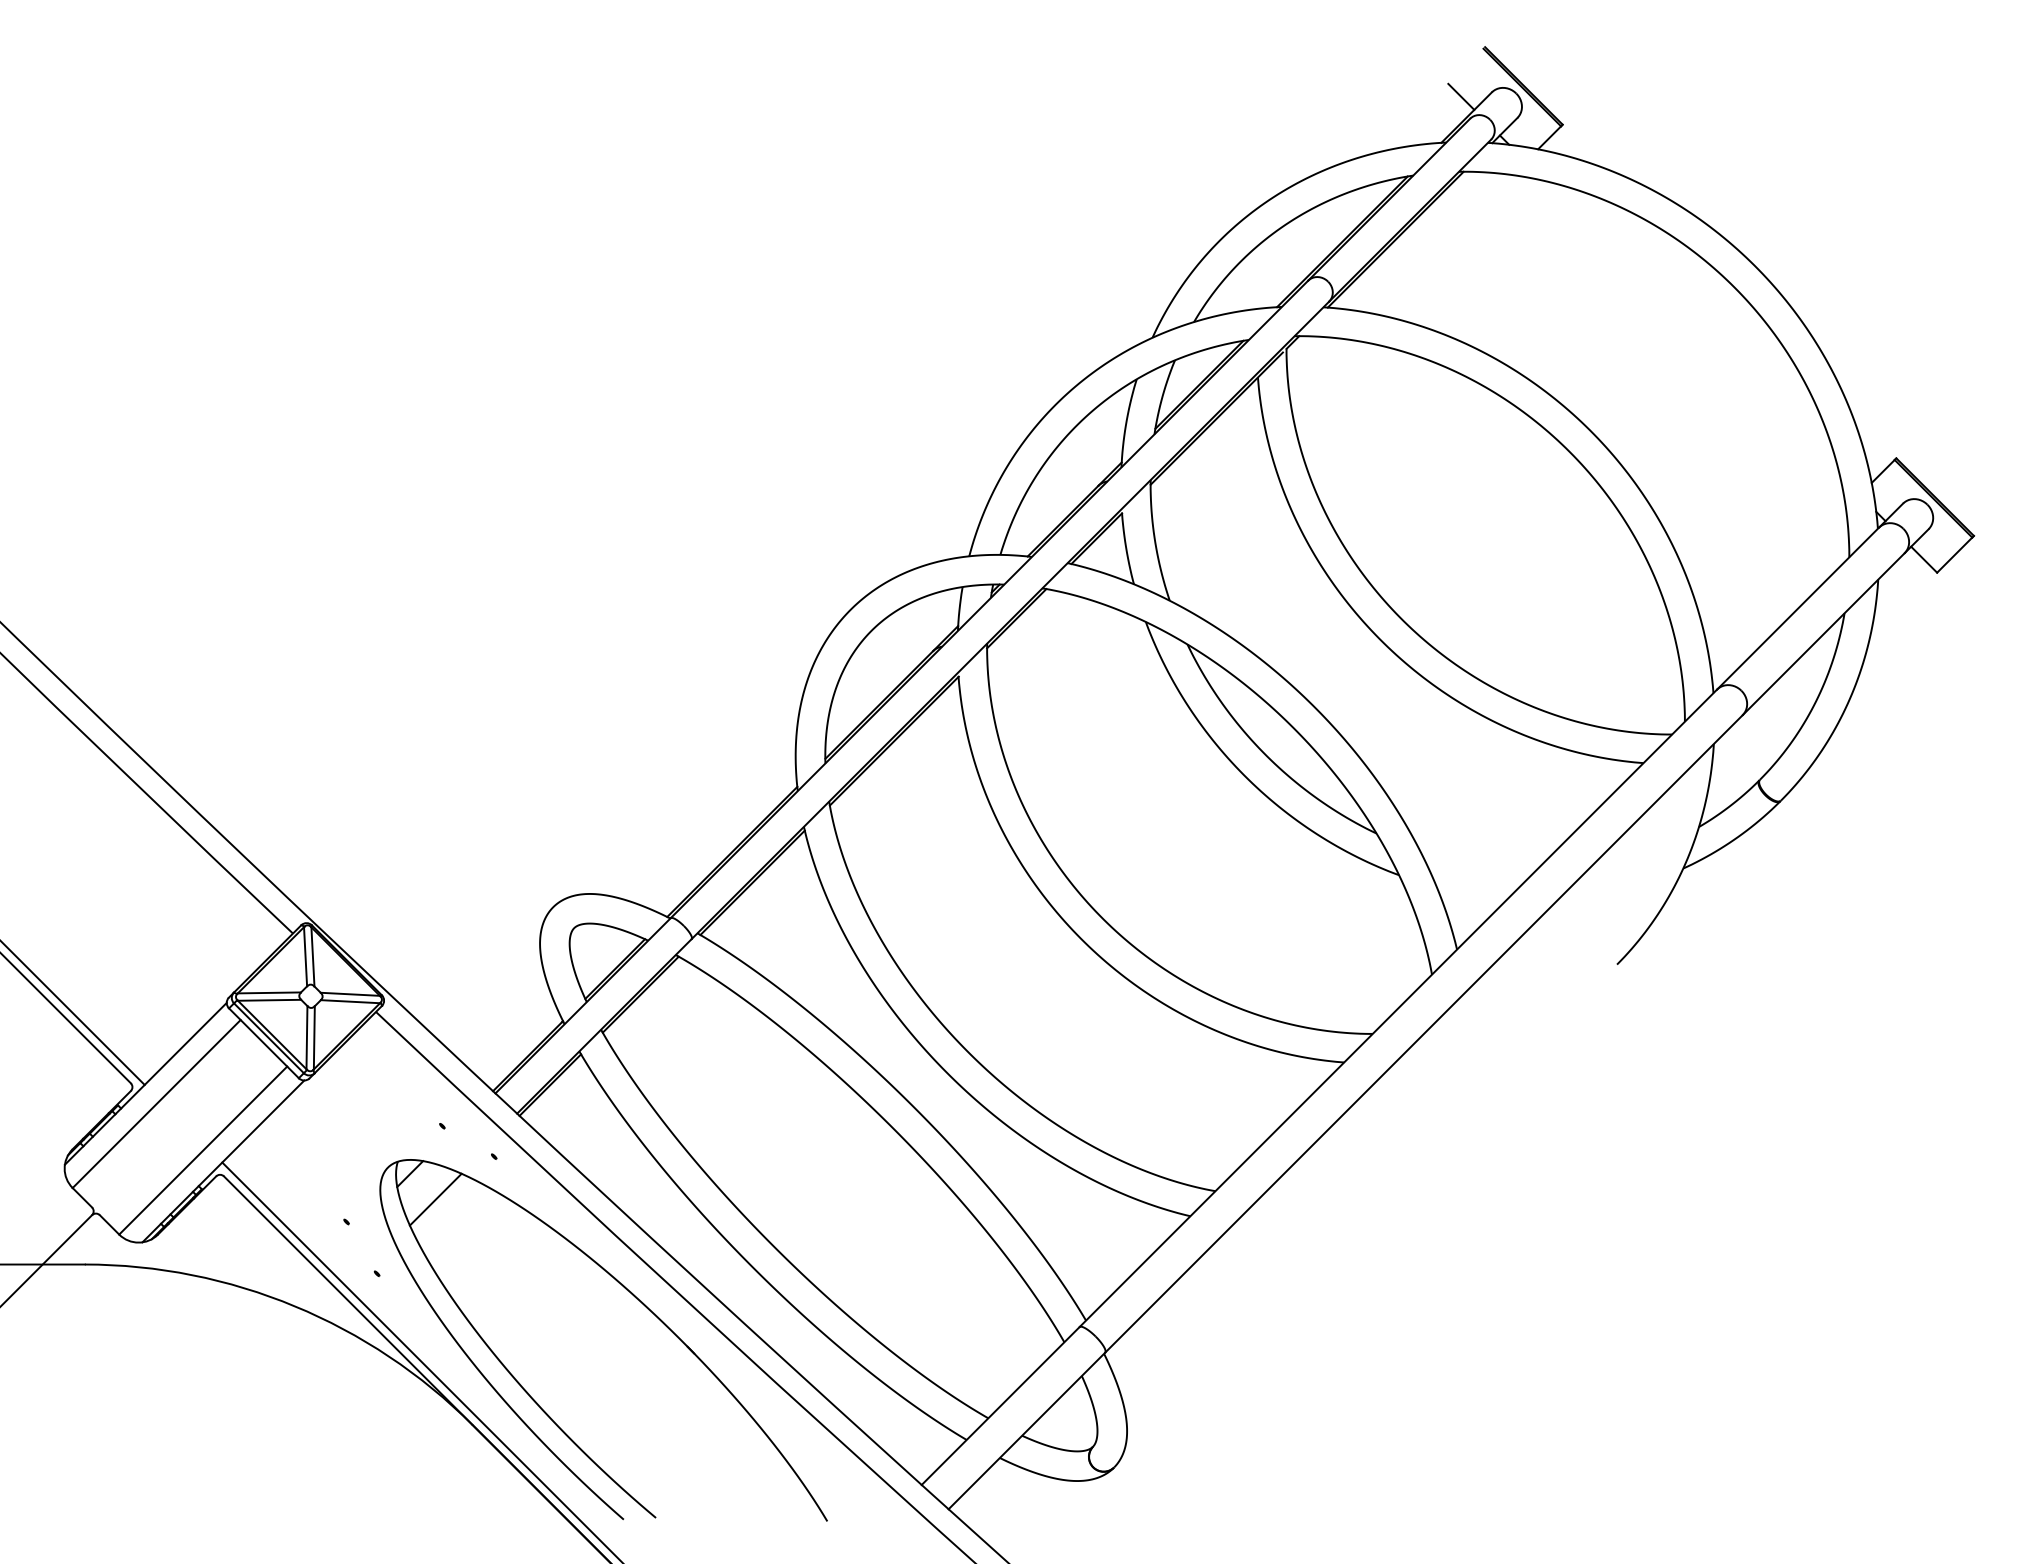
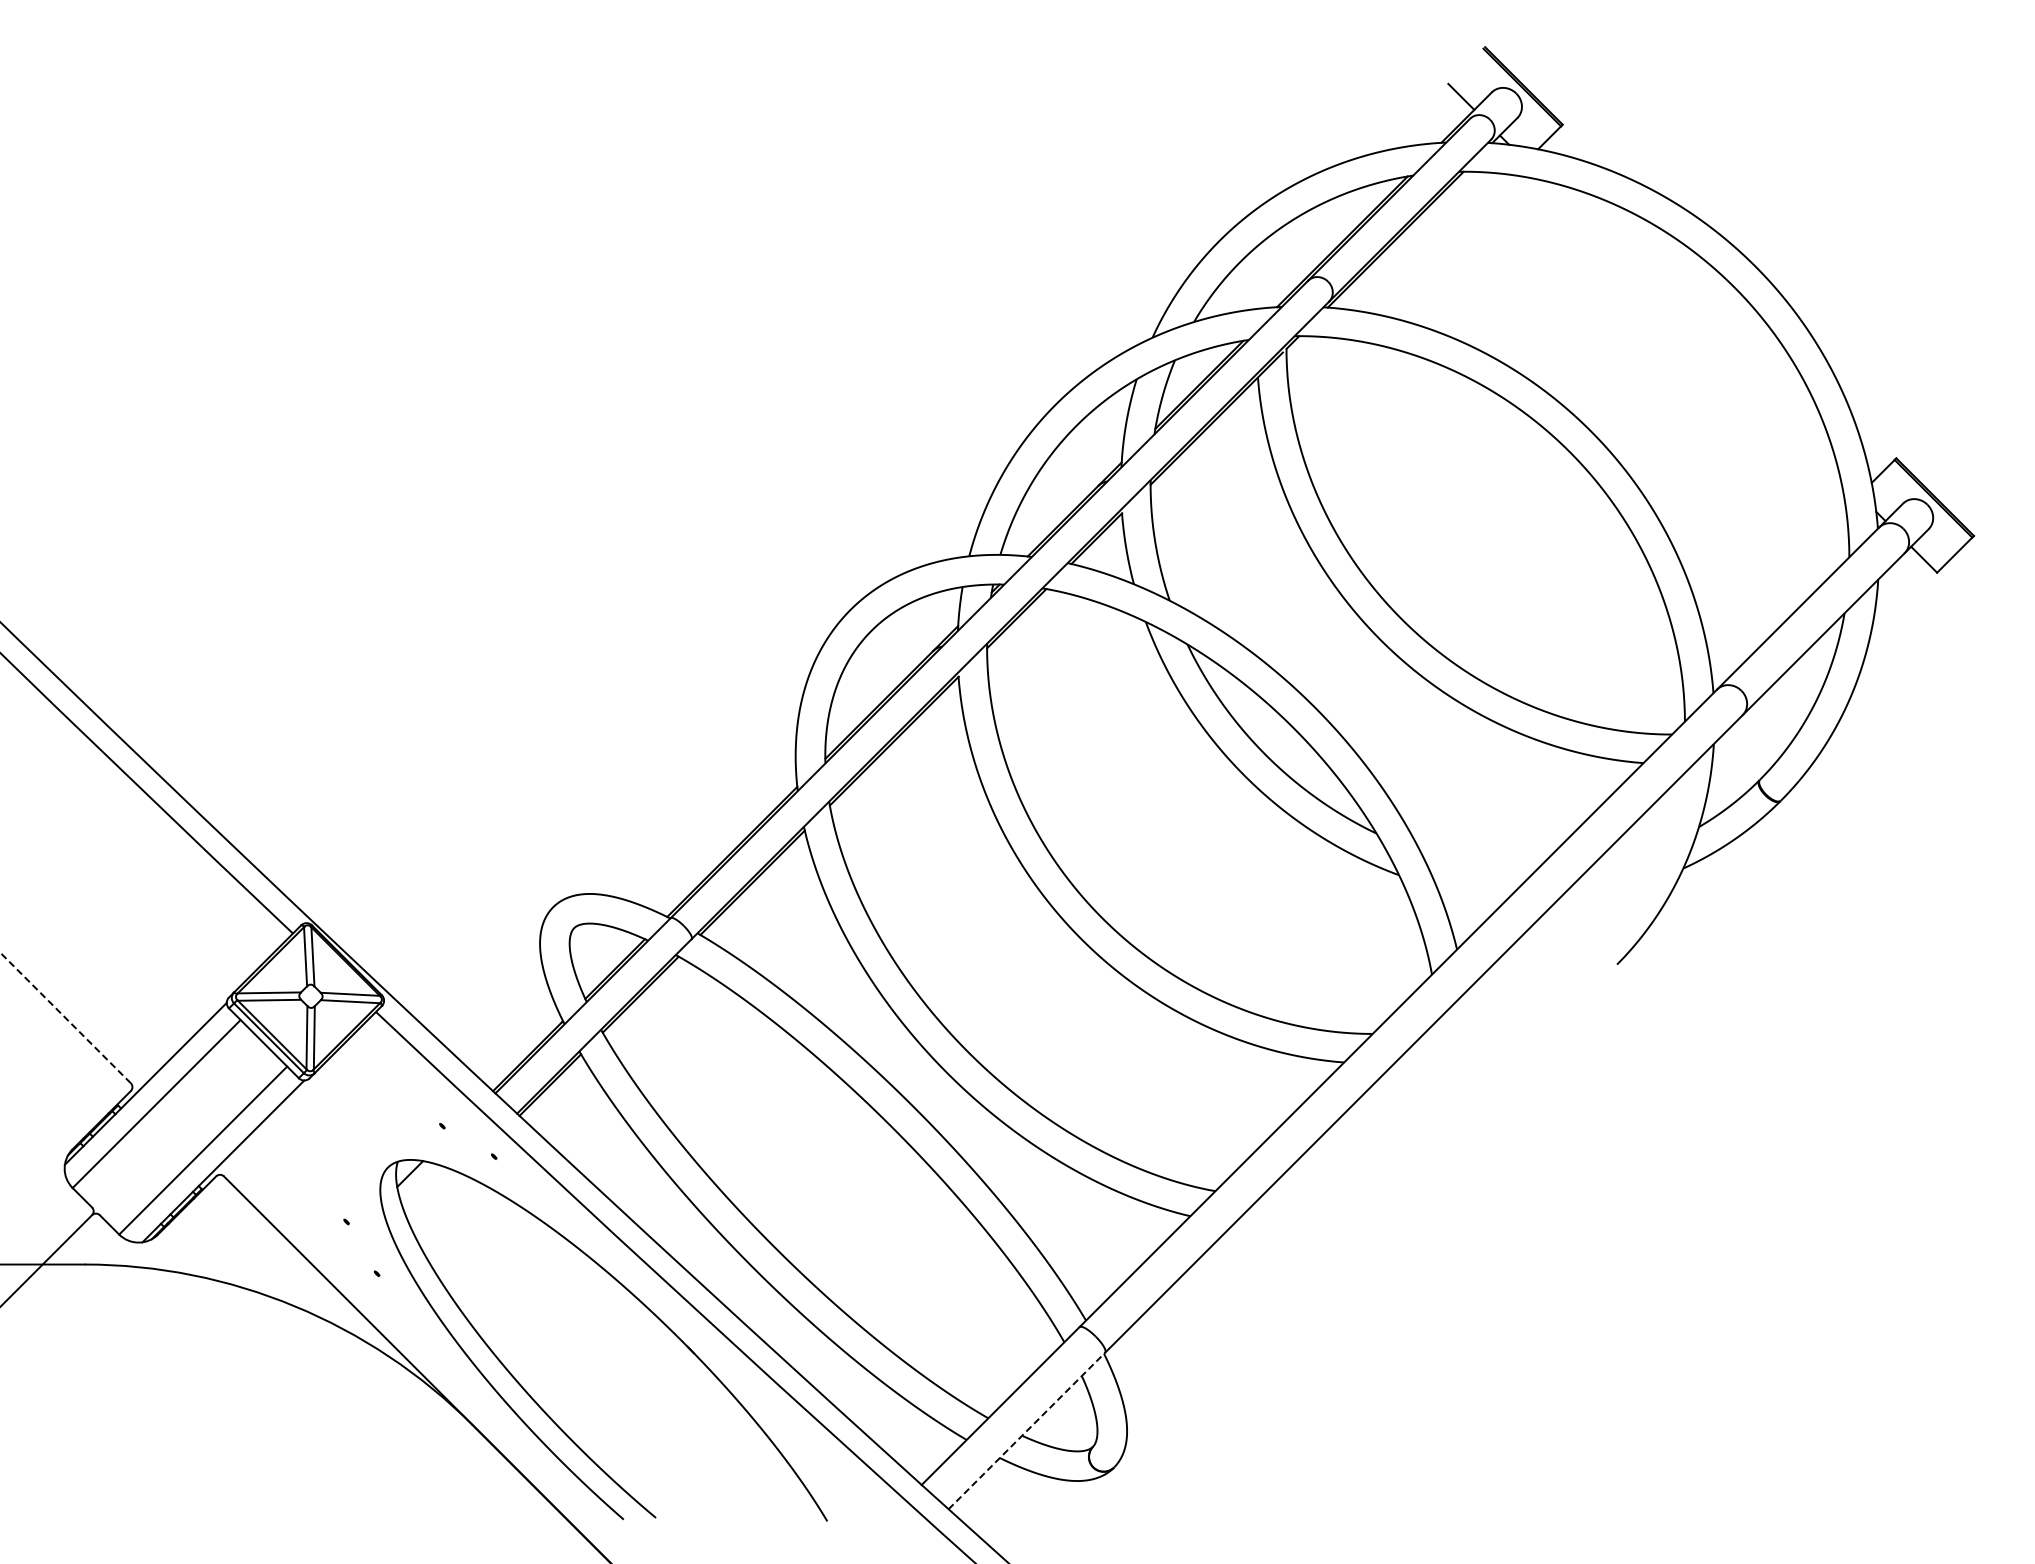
line at (73, 1013): present -> none
line at (65, 1017): solid -> dashed
line at (435, 1199): present -> none
line at (421, 1361): present -> none
line at (1026, 1430): solid -> dashed
